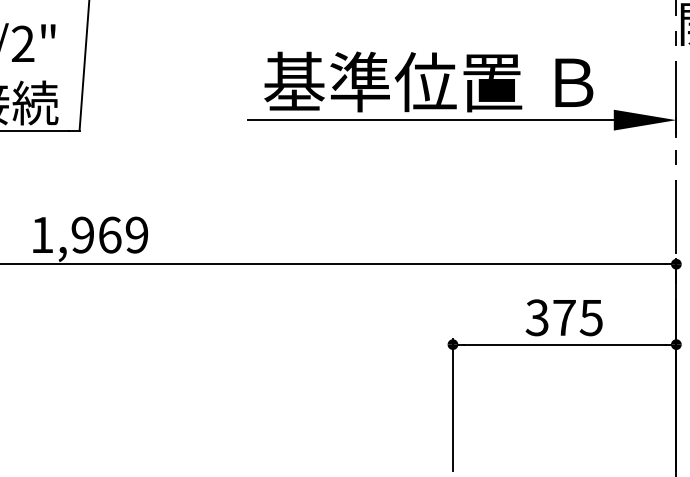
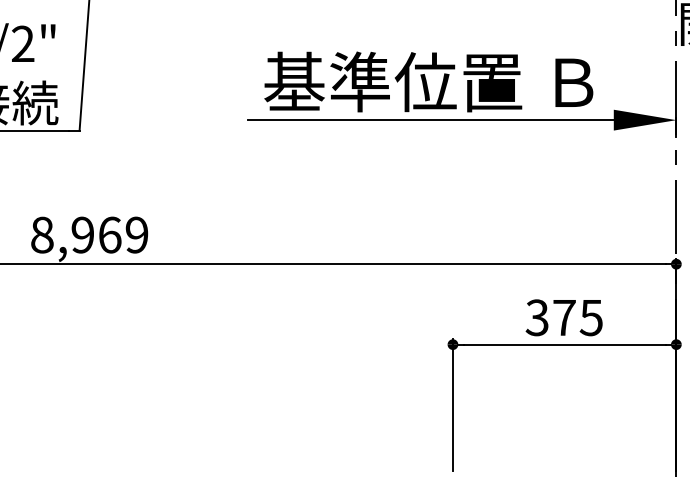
text at (42, 234): 1,969 -> 8,969
